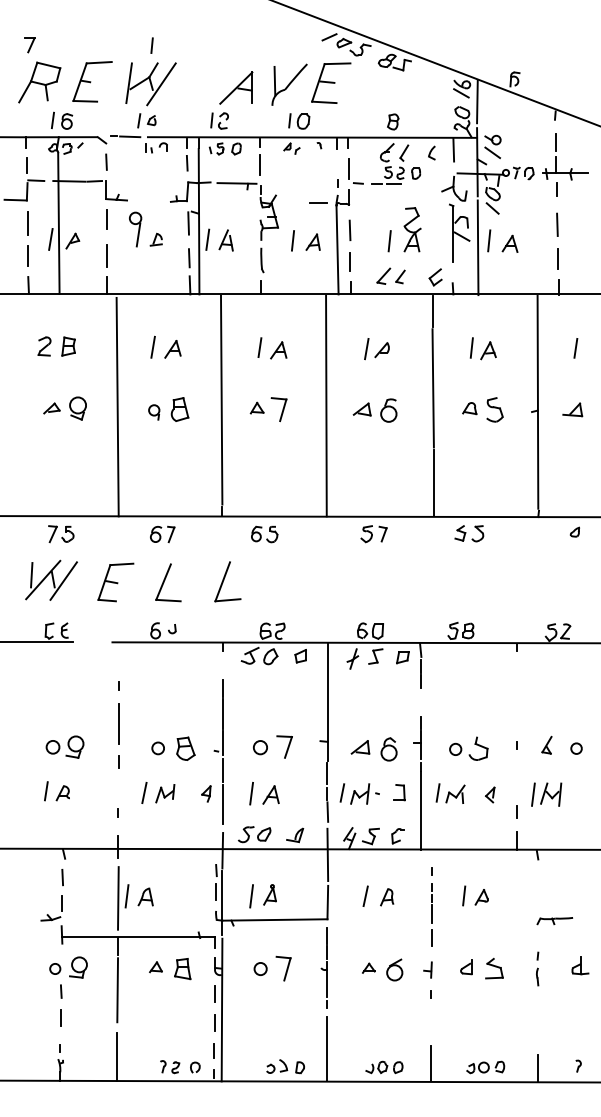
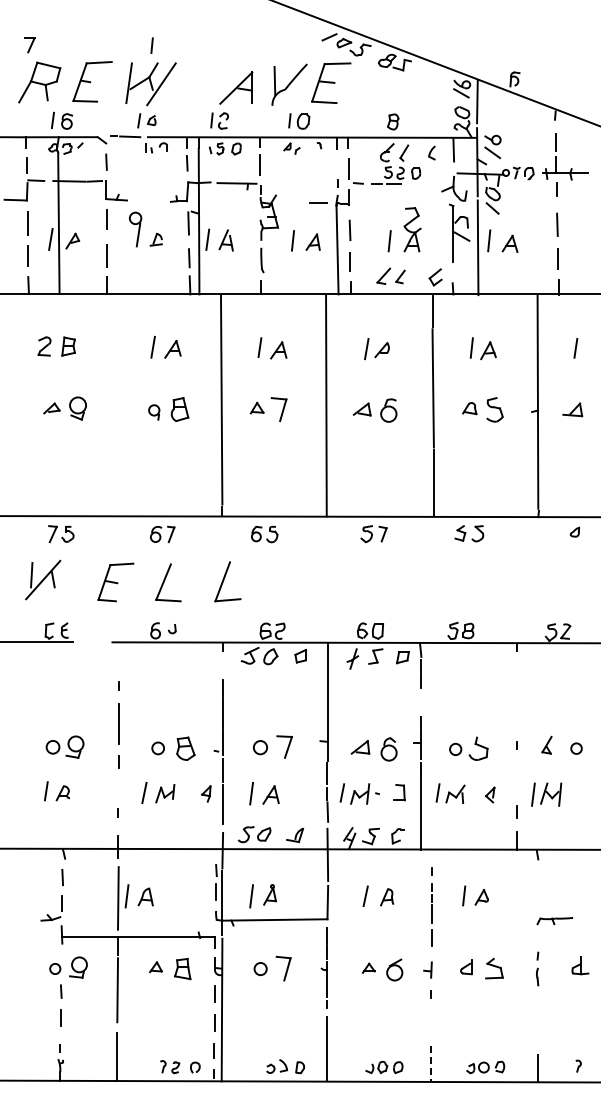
line at (117, 406): present -> none
line at (63, 580): present -> none
line at (431, 1063): solid -> dashed
